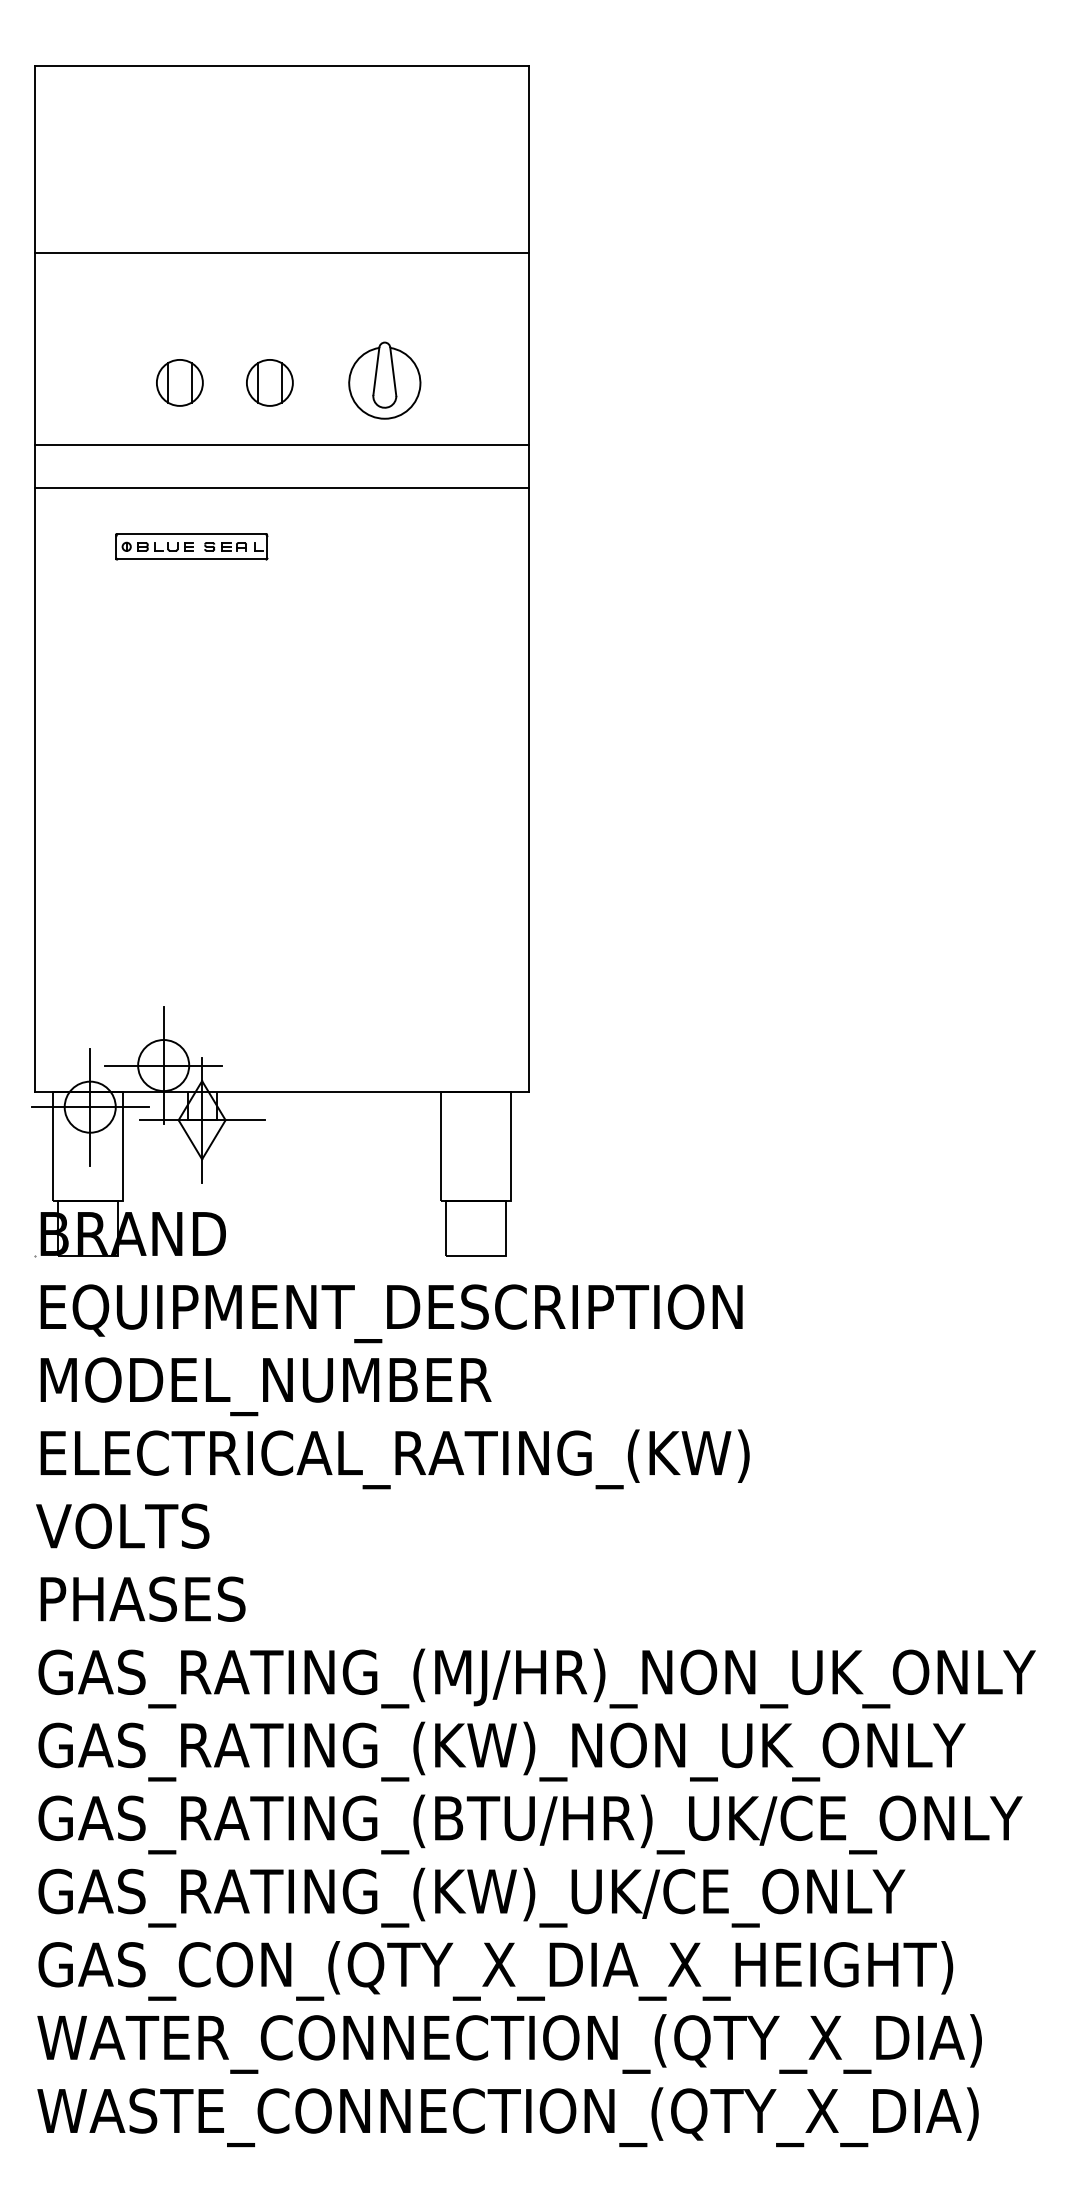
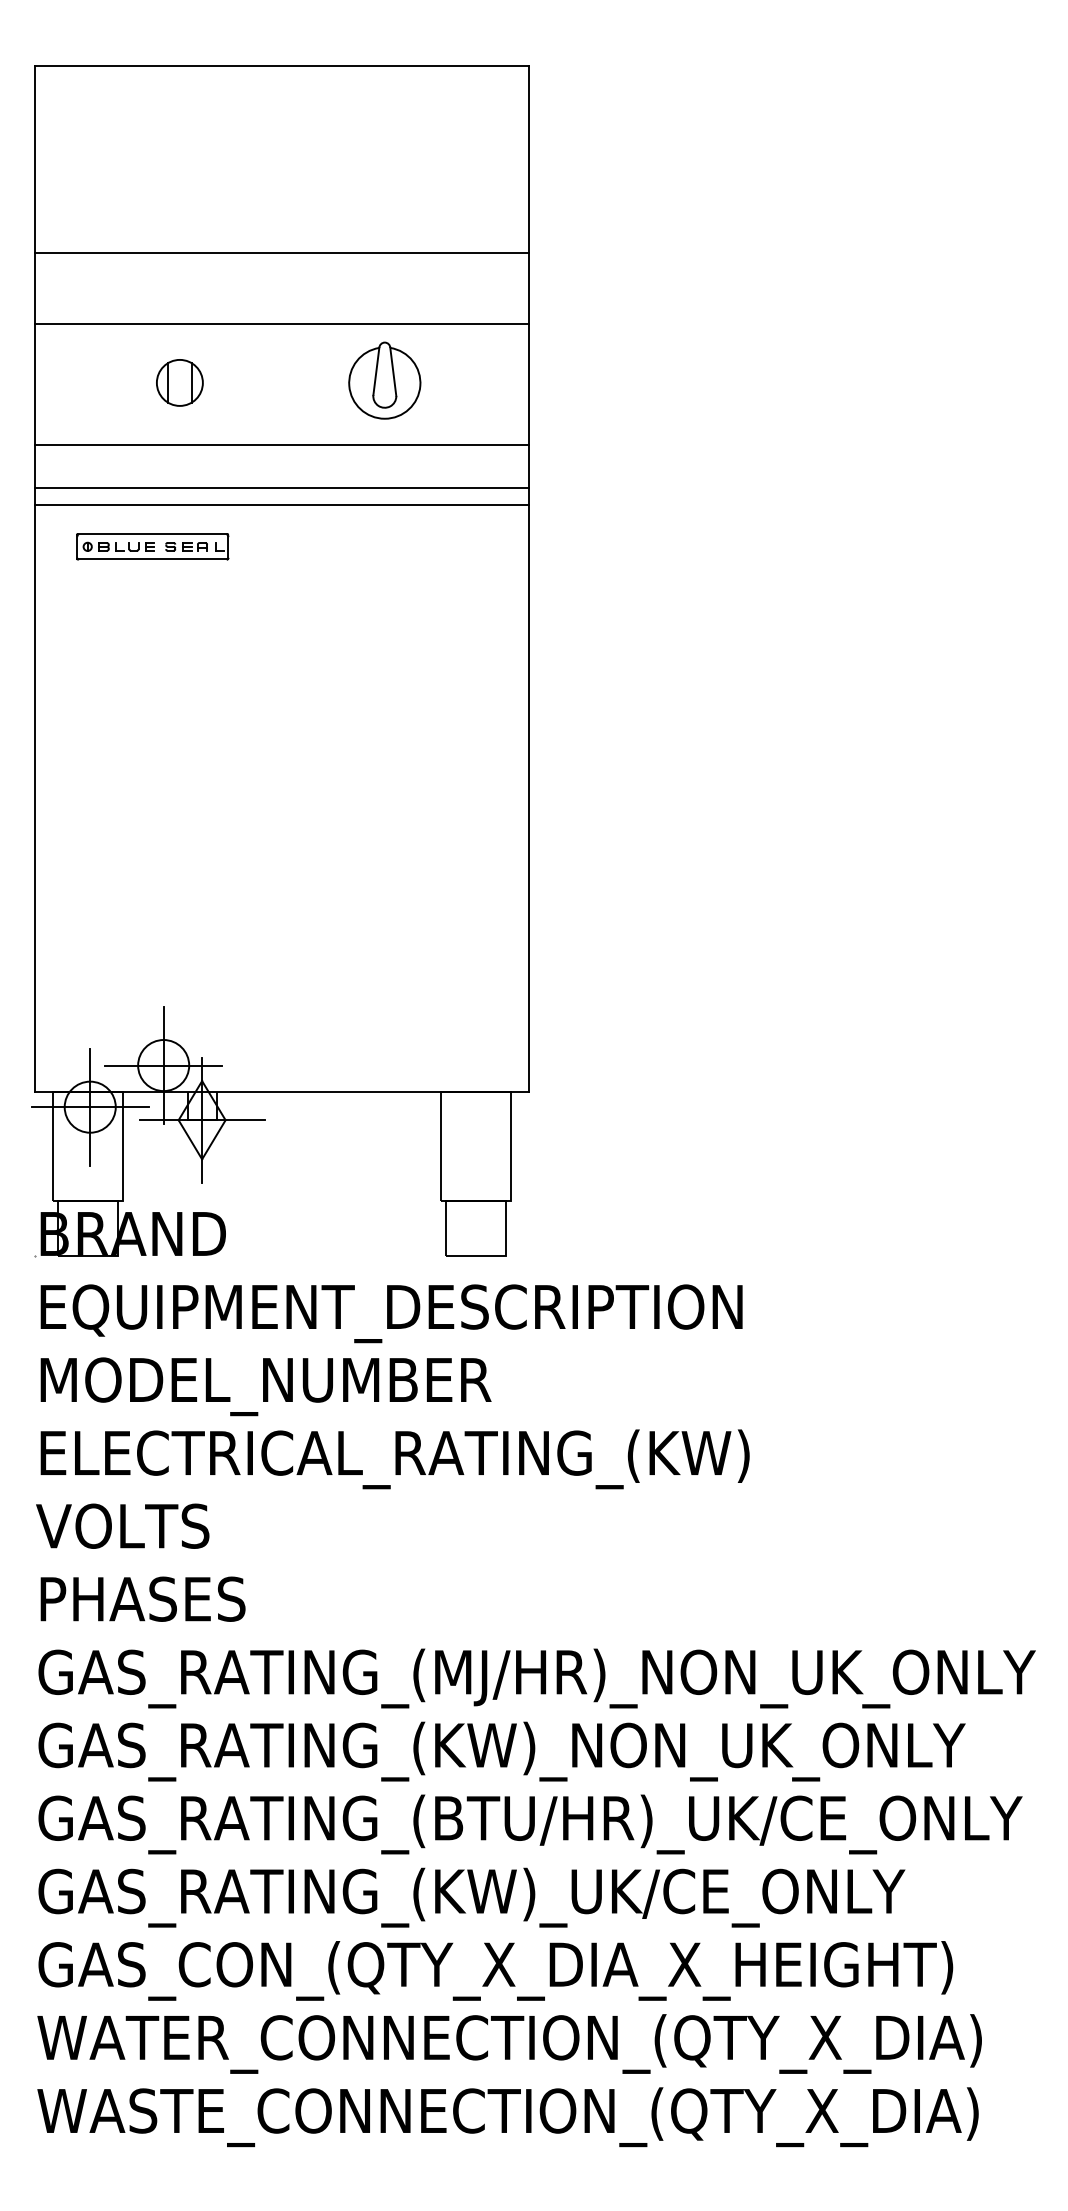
line at (281, 324): none -> present
part at (269, 382): present -> none
line at (281, 505): none -> present
part at (191, 546) position: (191, 546) -> (152, 546)
